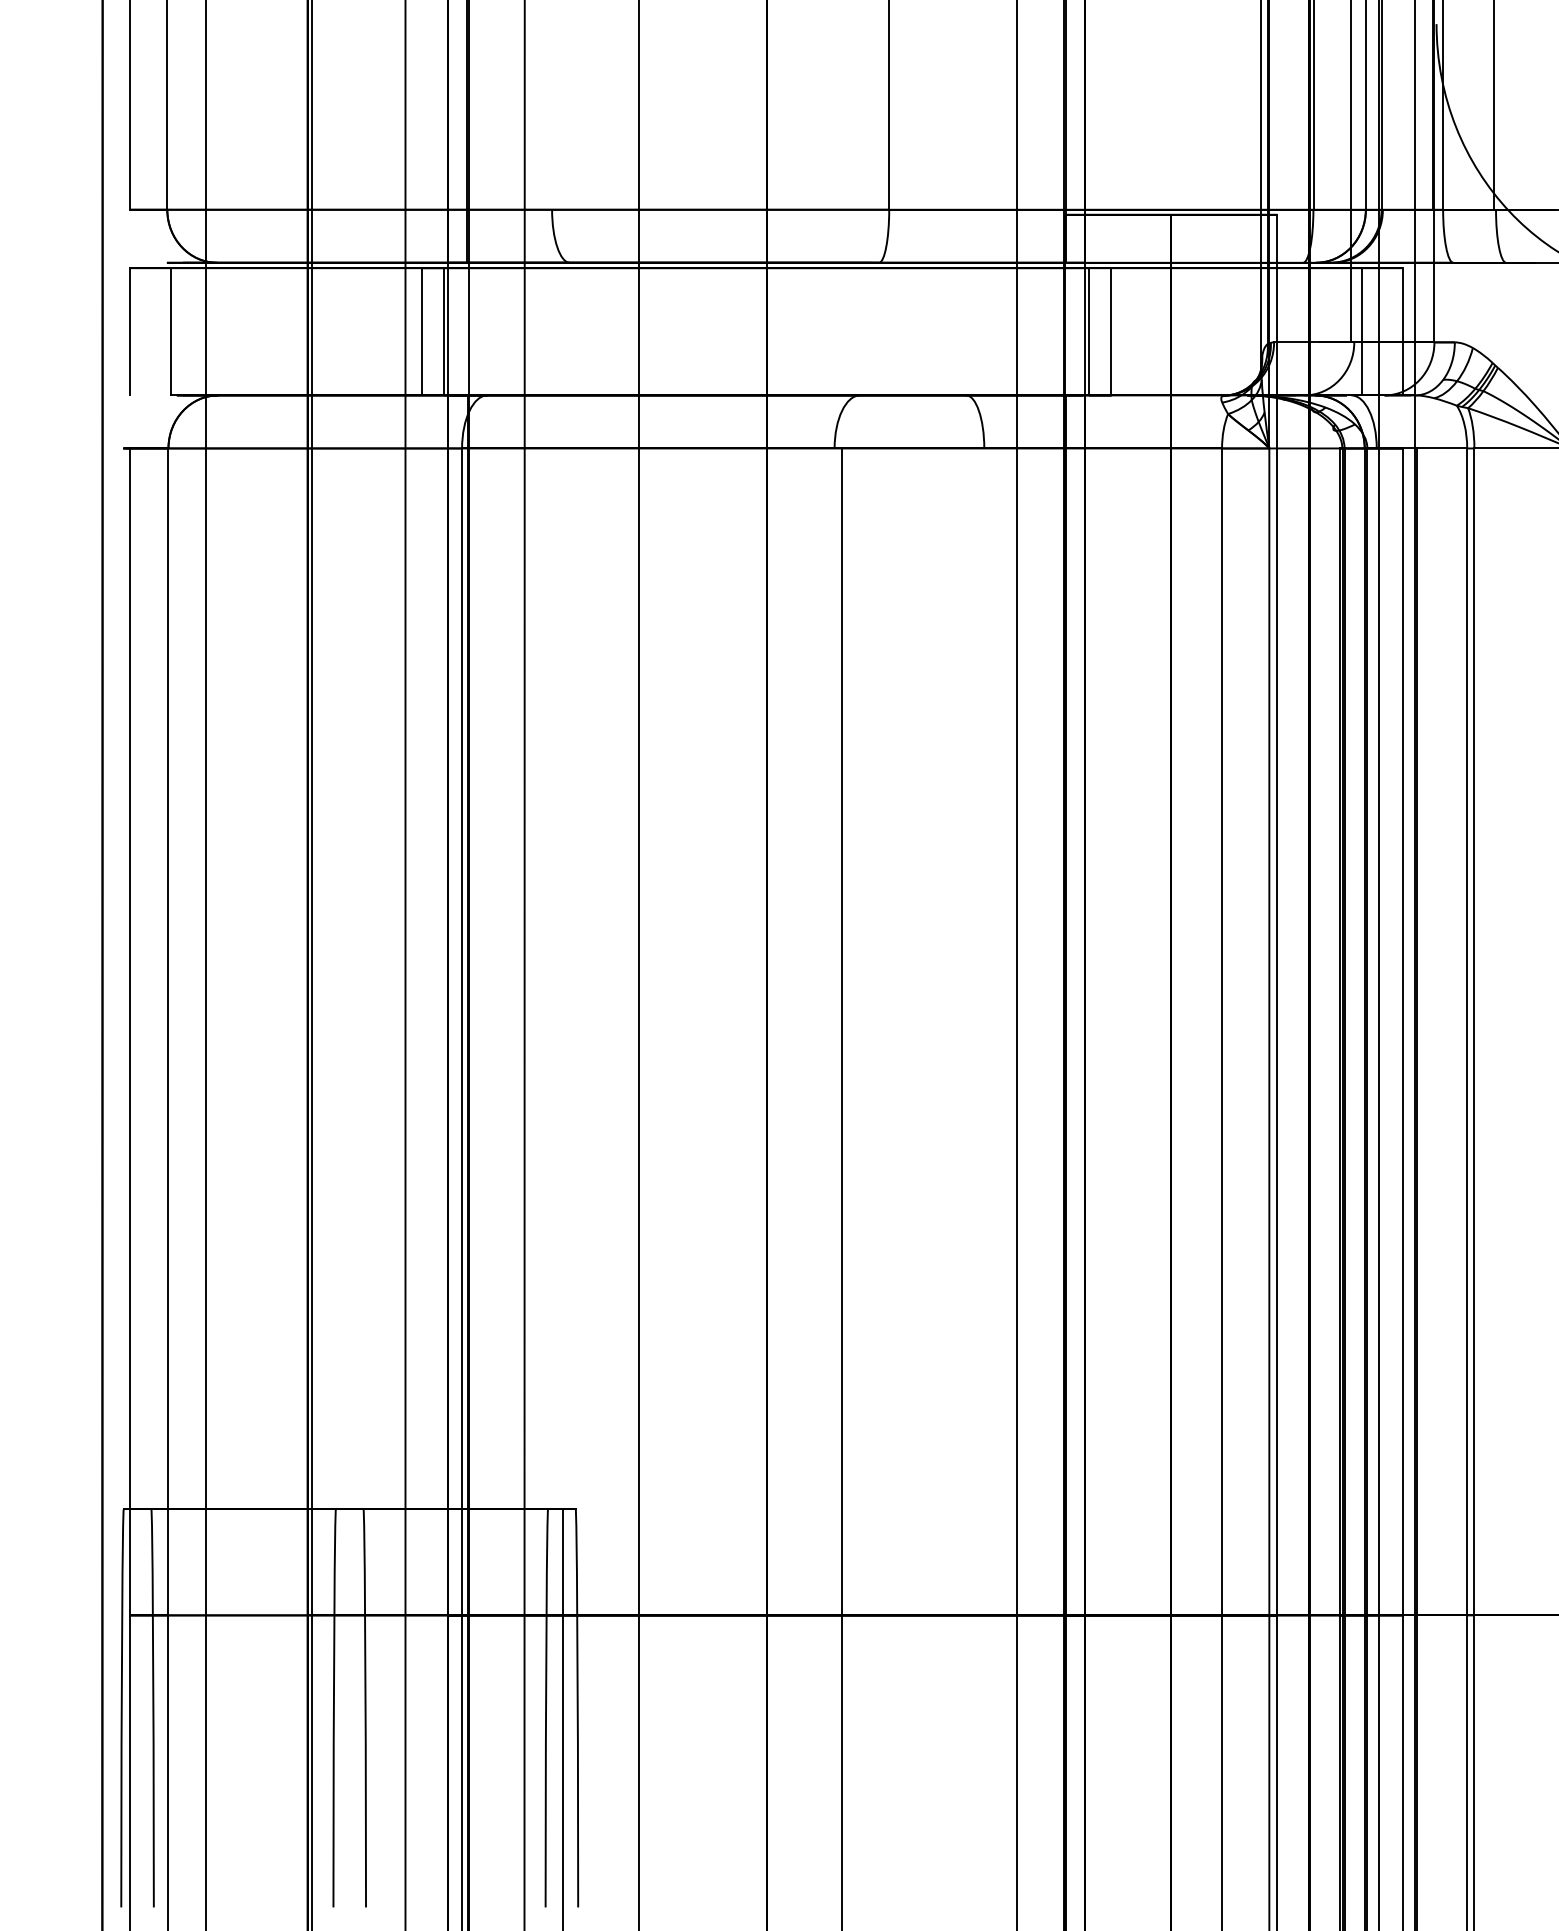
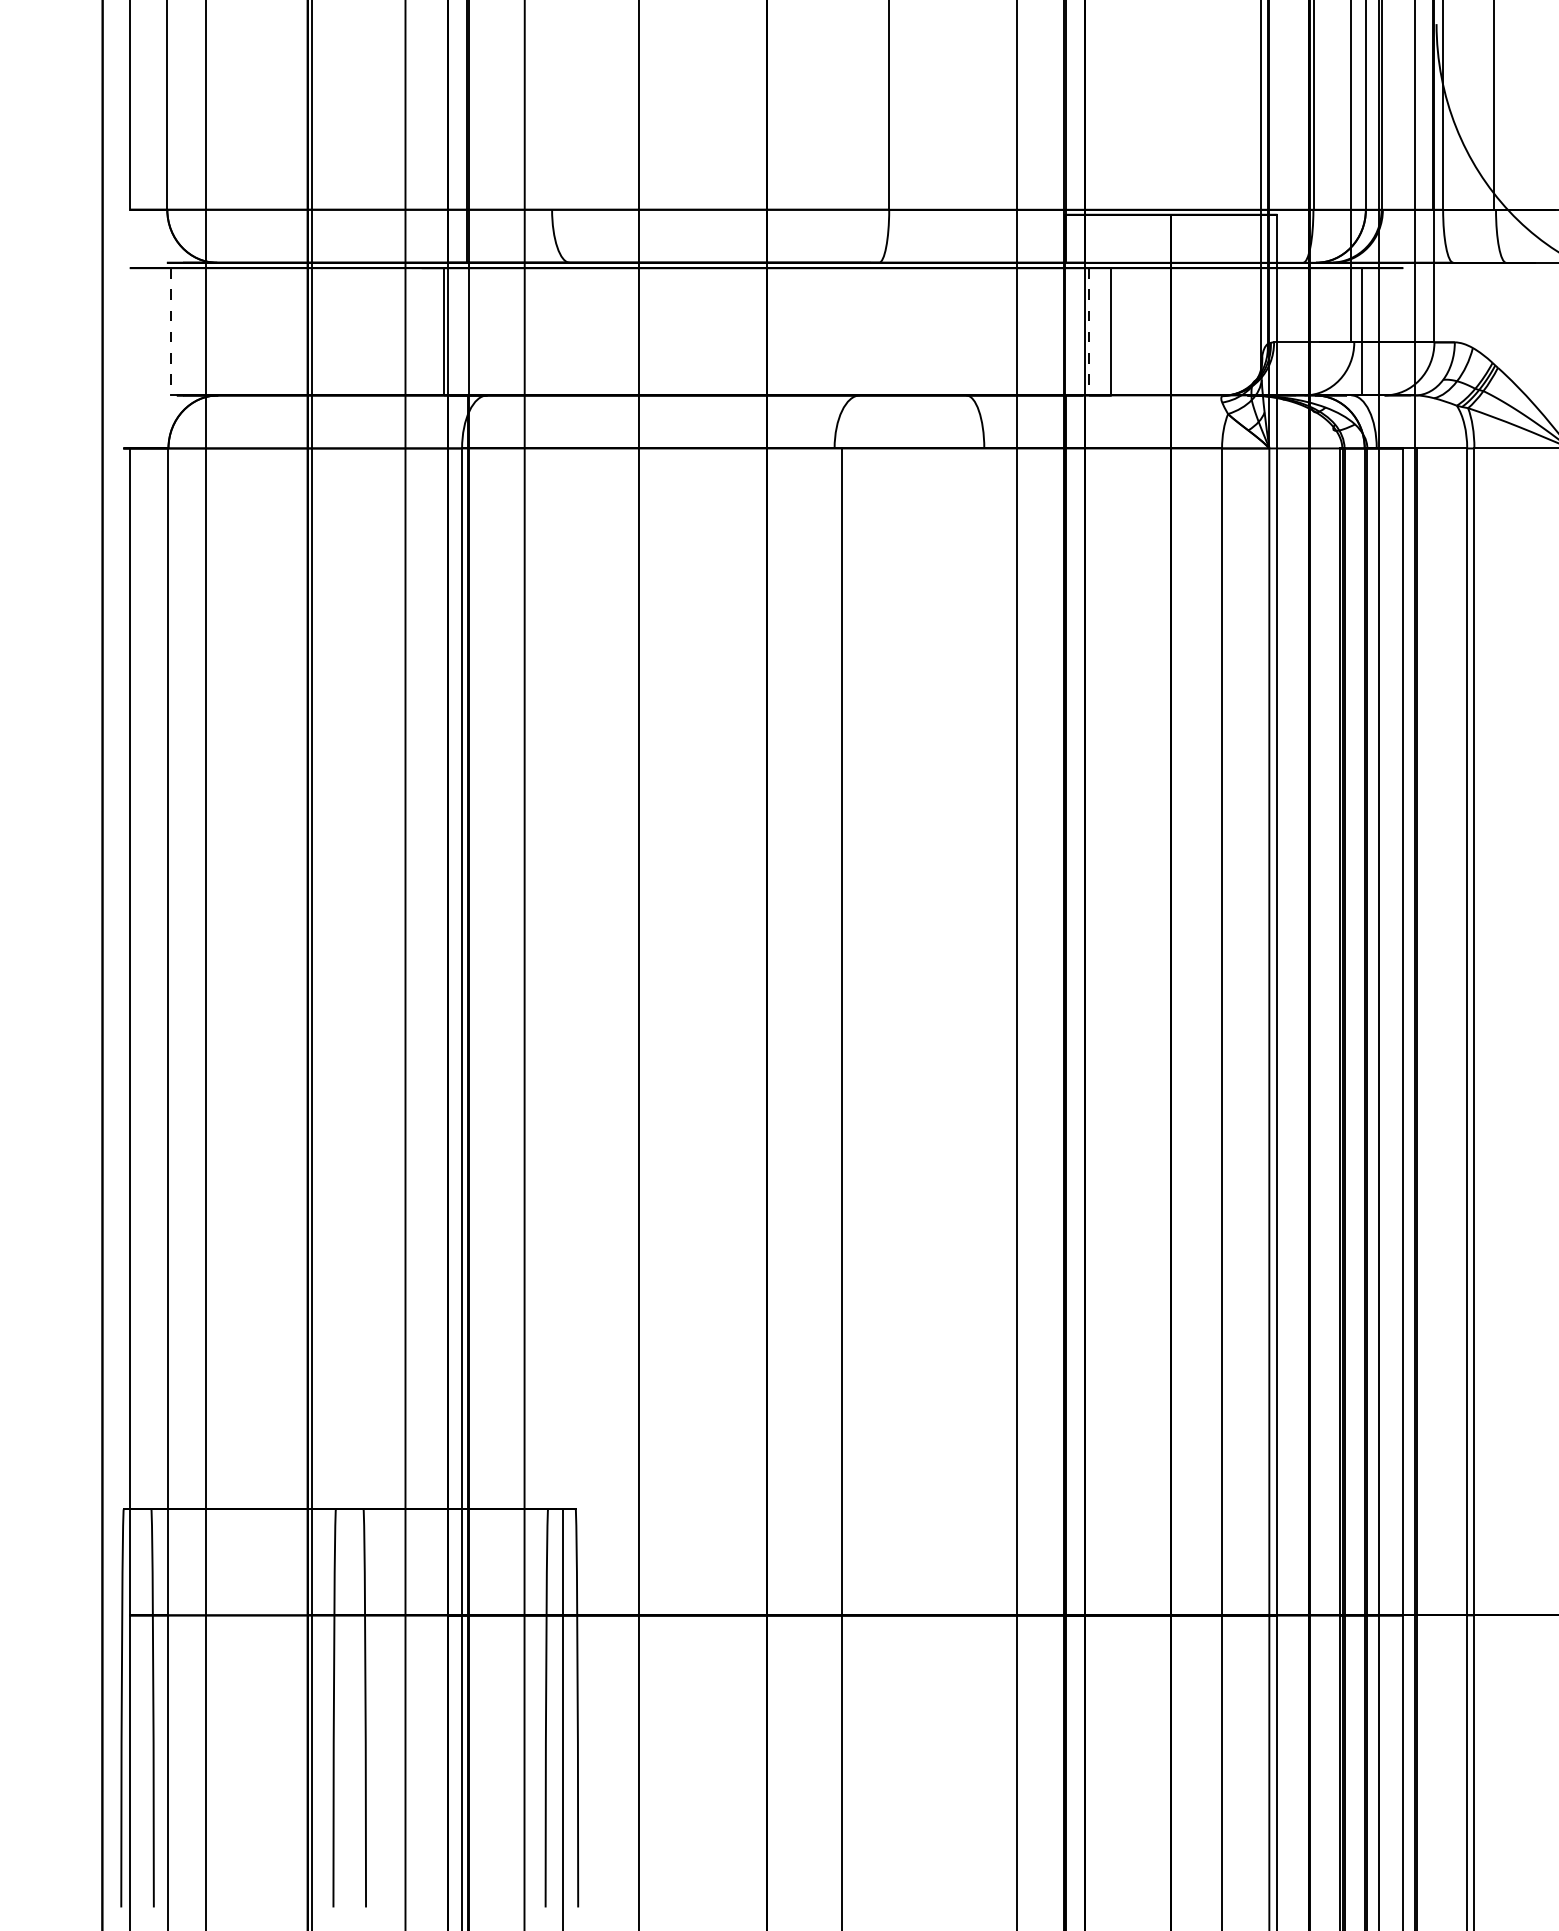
line at (130, 331): present -> none
line at (171, 331): solid -> dashed
line at (421, 331): present -> none
line at (1089, 331): solid -> dashed
line at (1403, 331): present -> none
